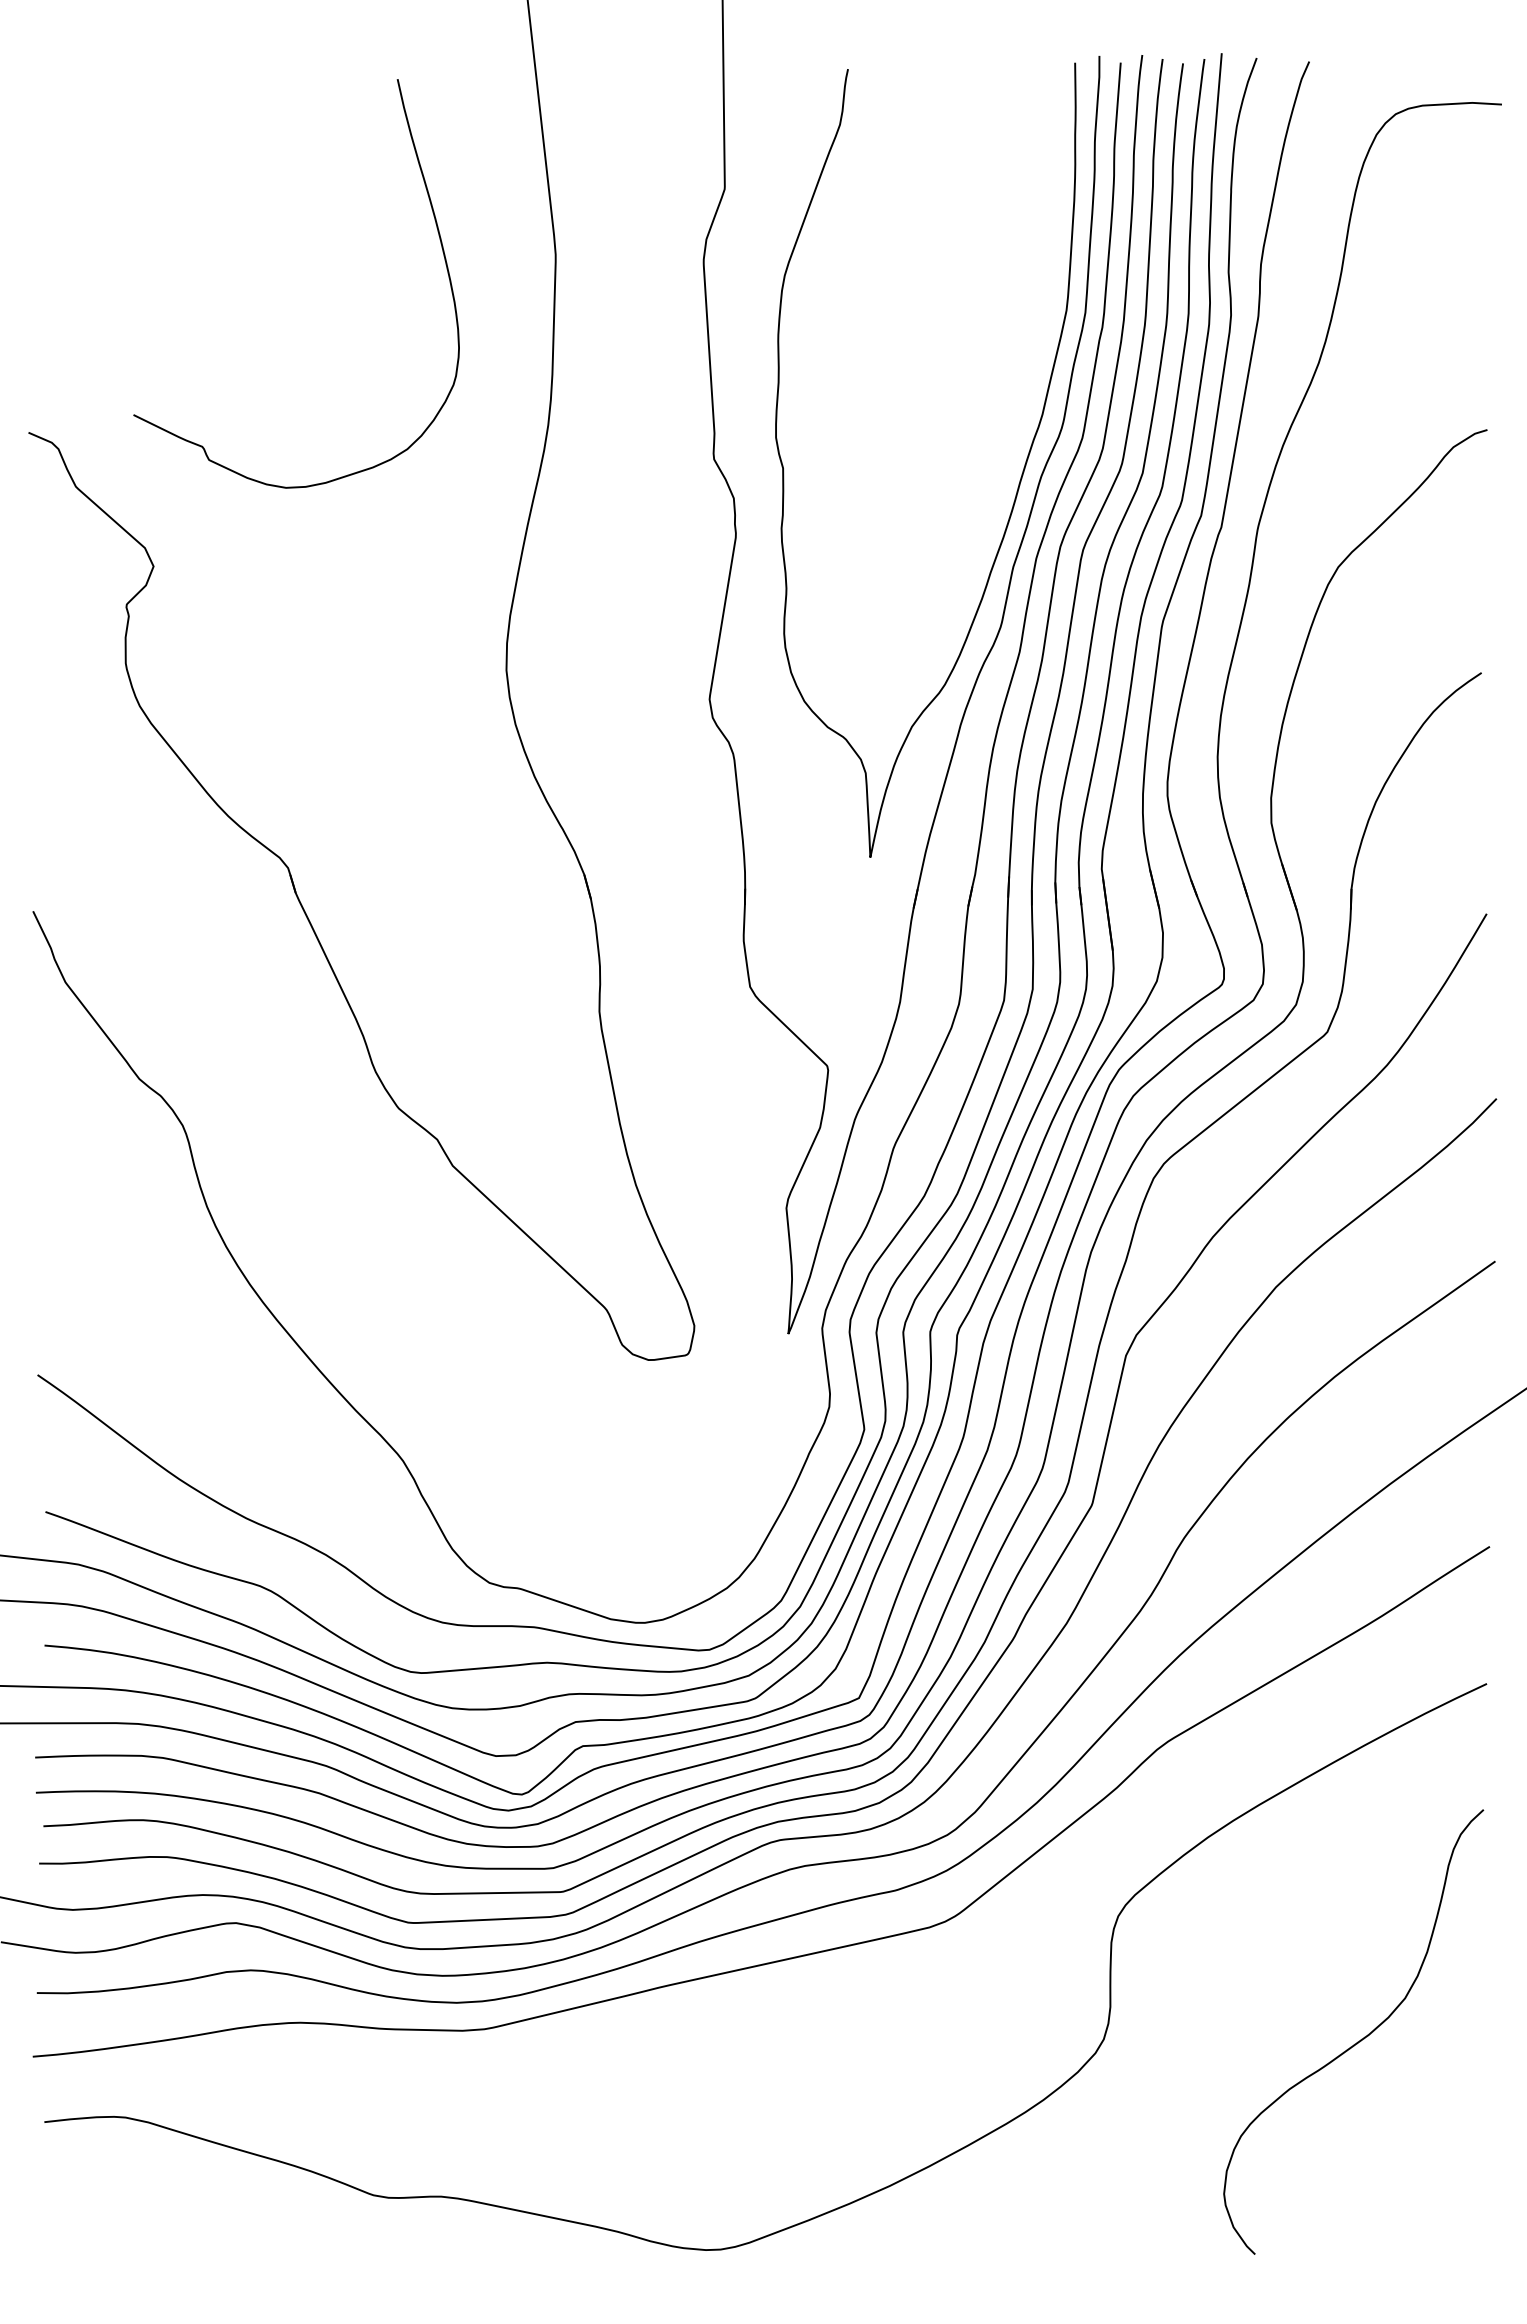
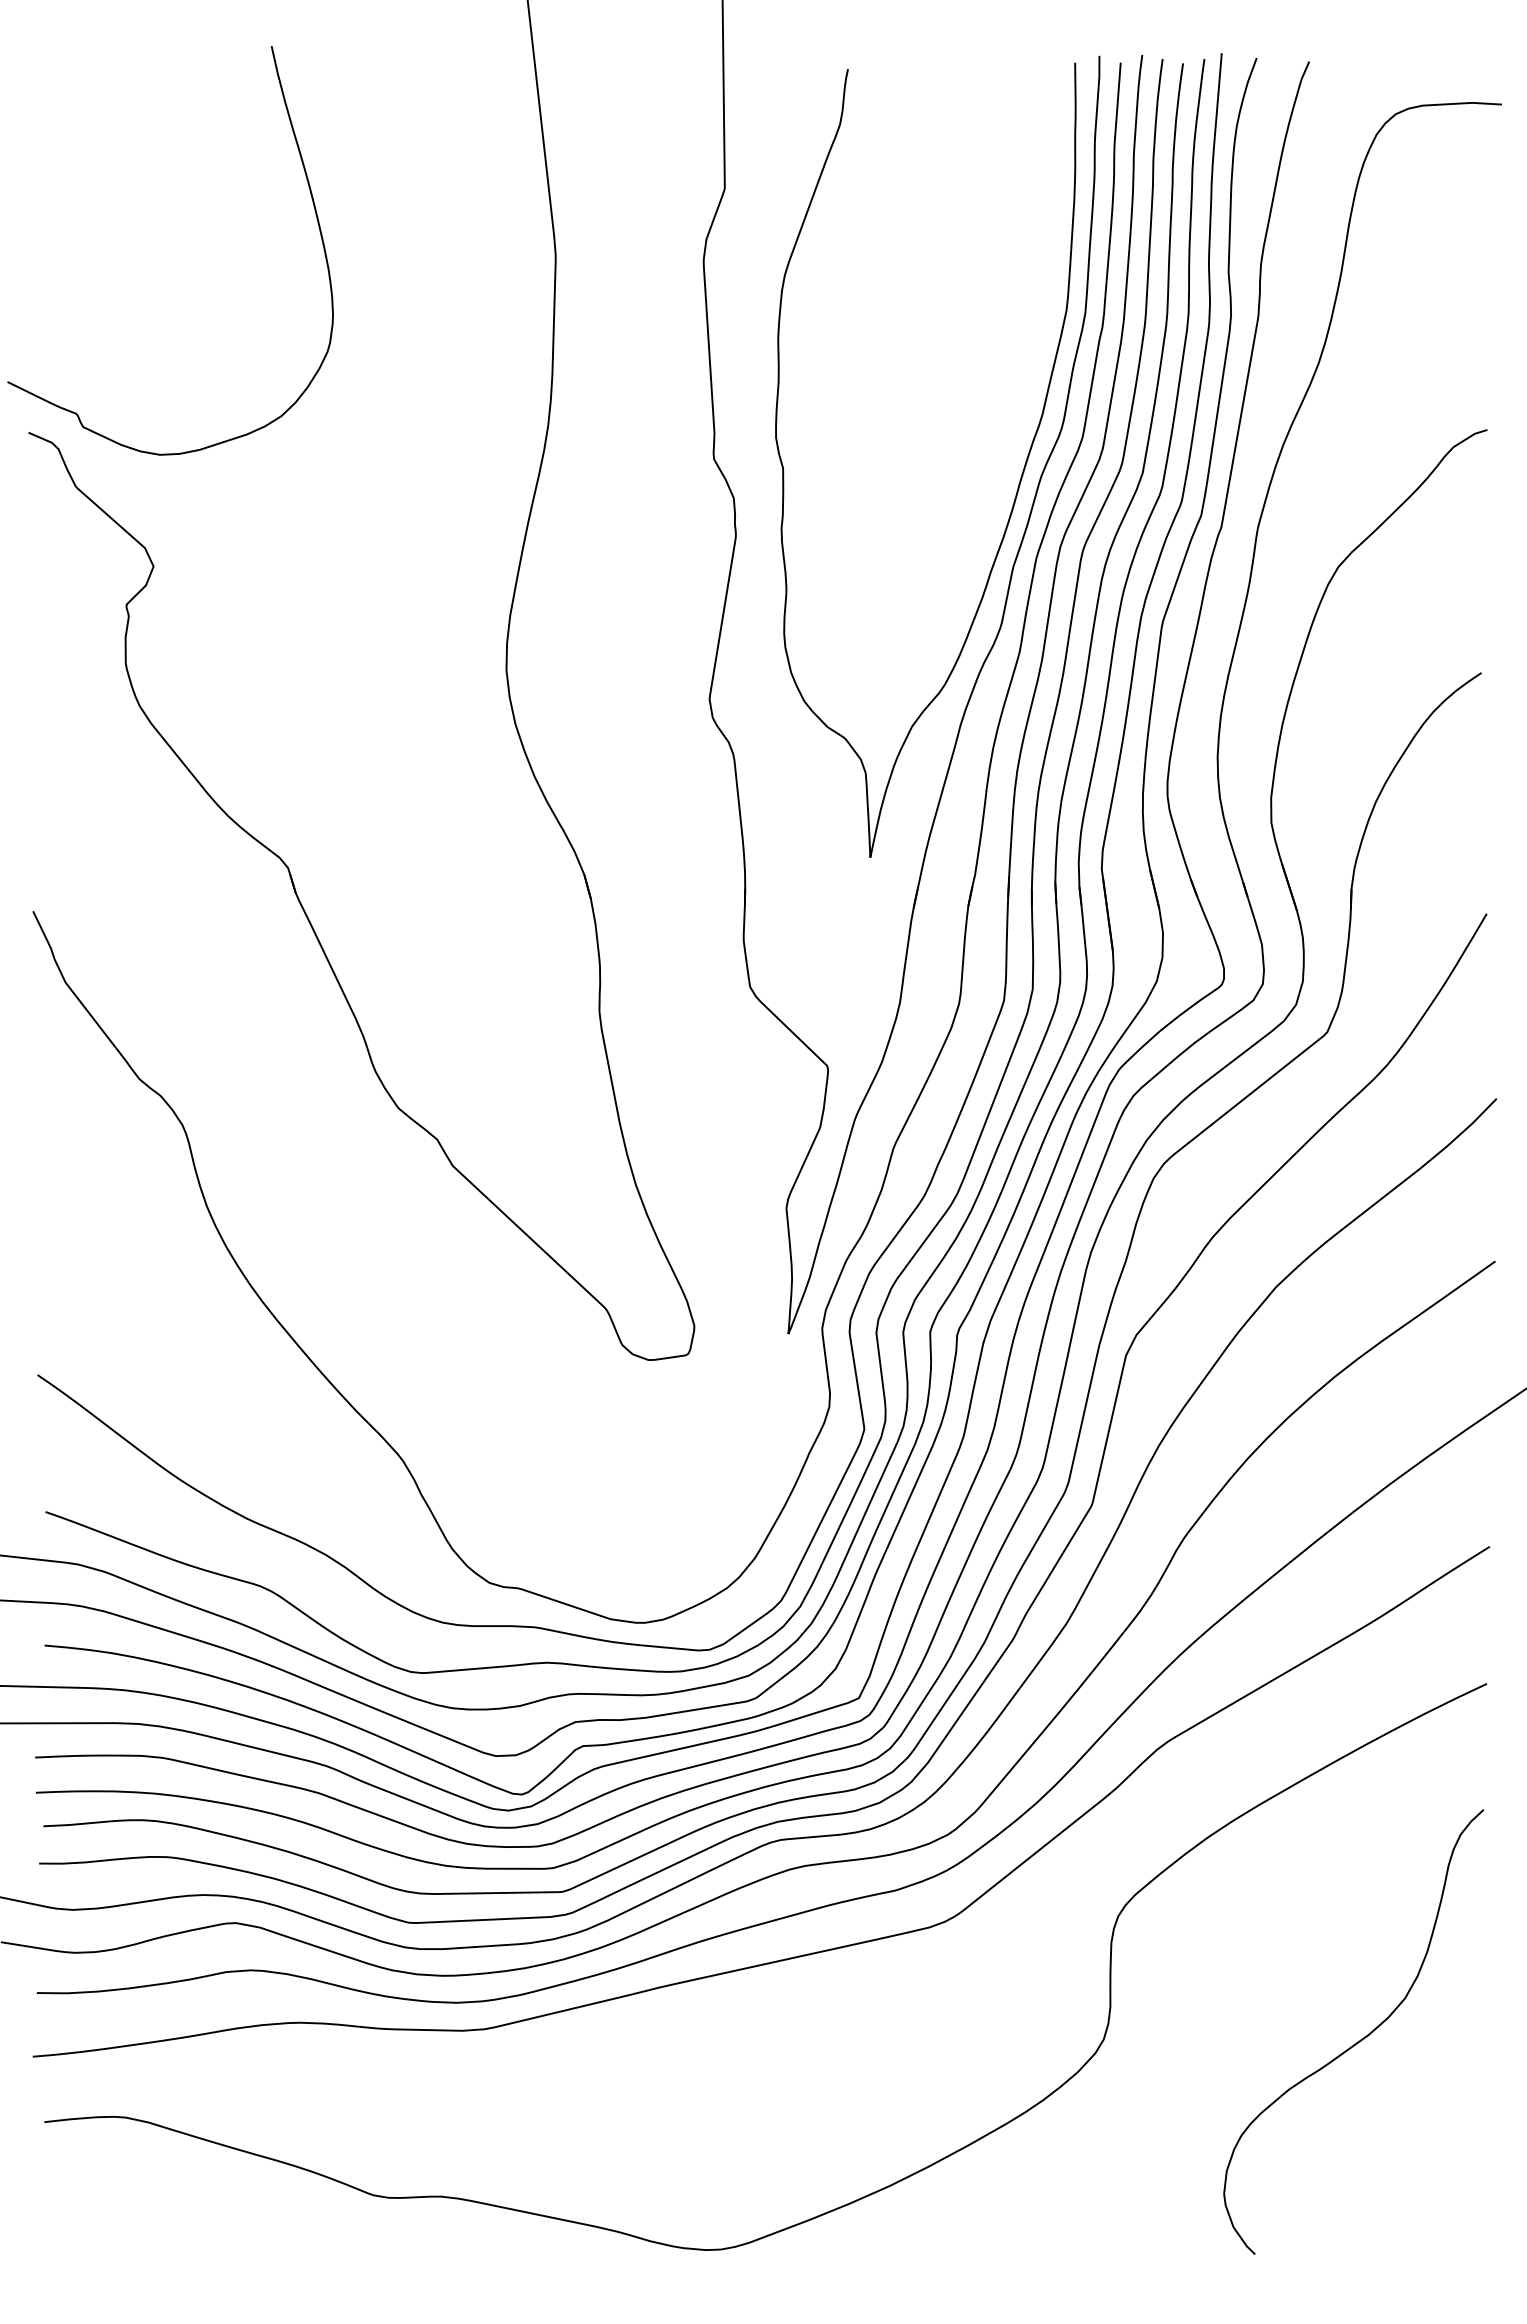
curve at (441, 248) position: (441, 248) -> (315, 215)
